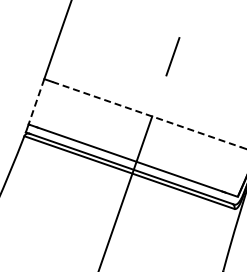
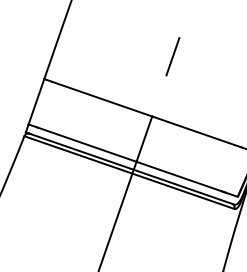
line at (36, 101): dashed -> solid
line at (147, 114): dashed -> solid
